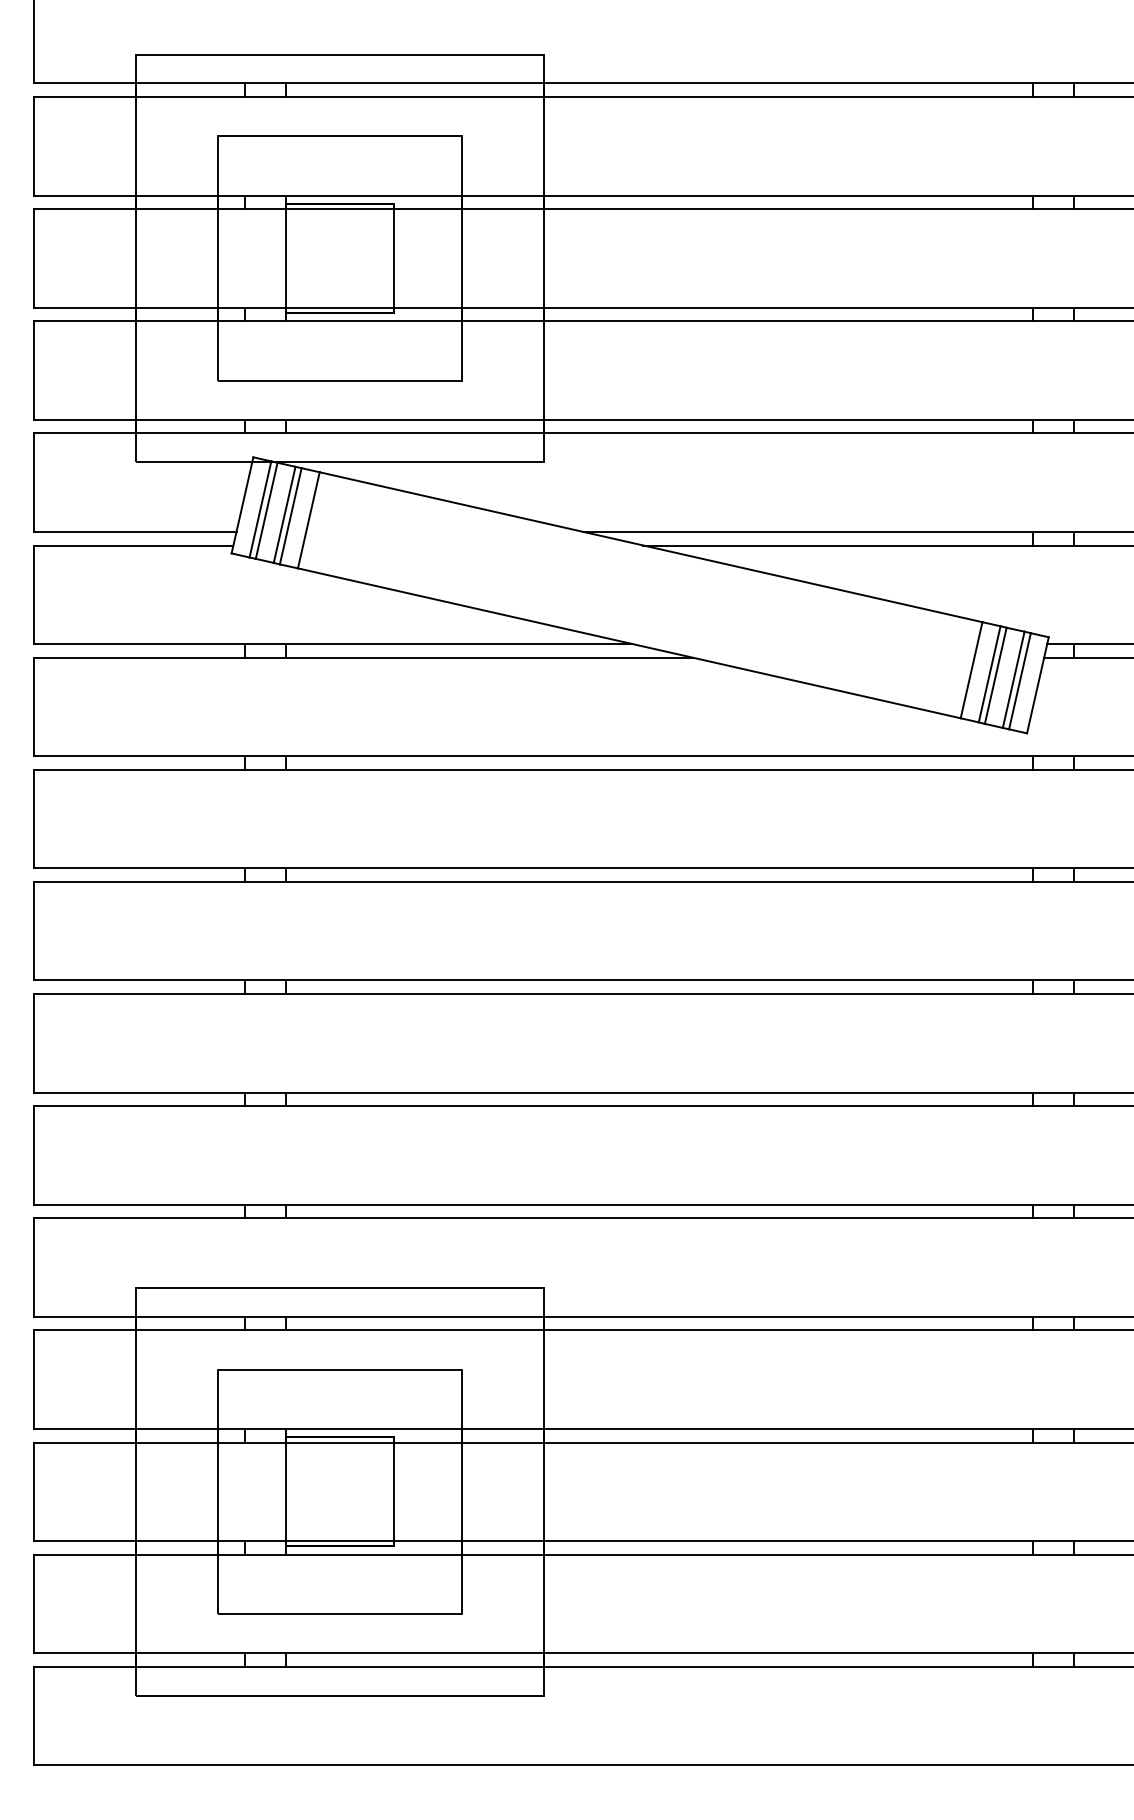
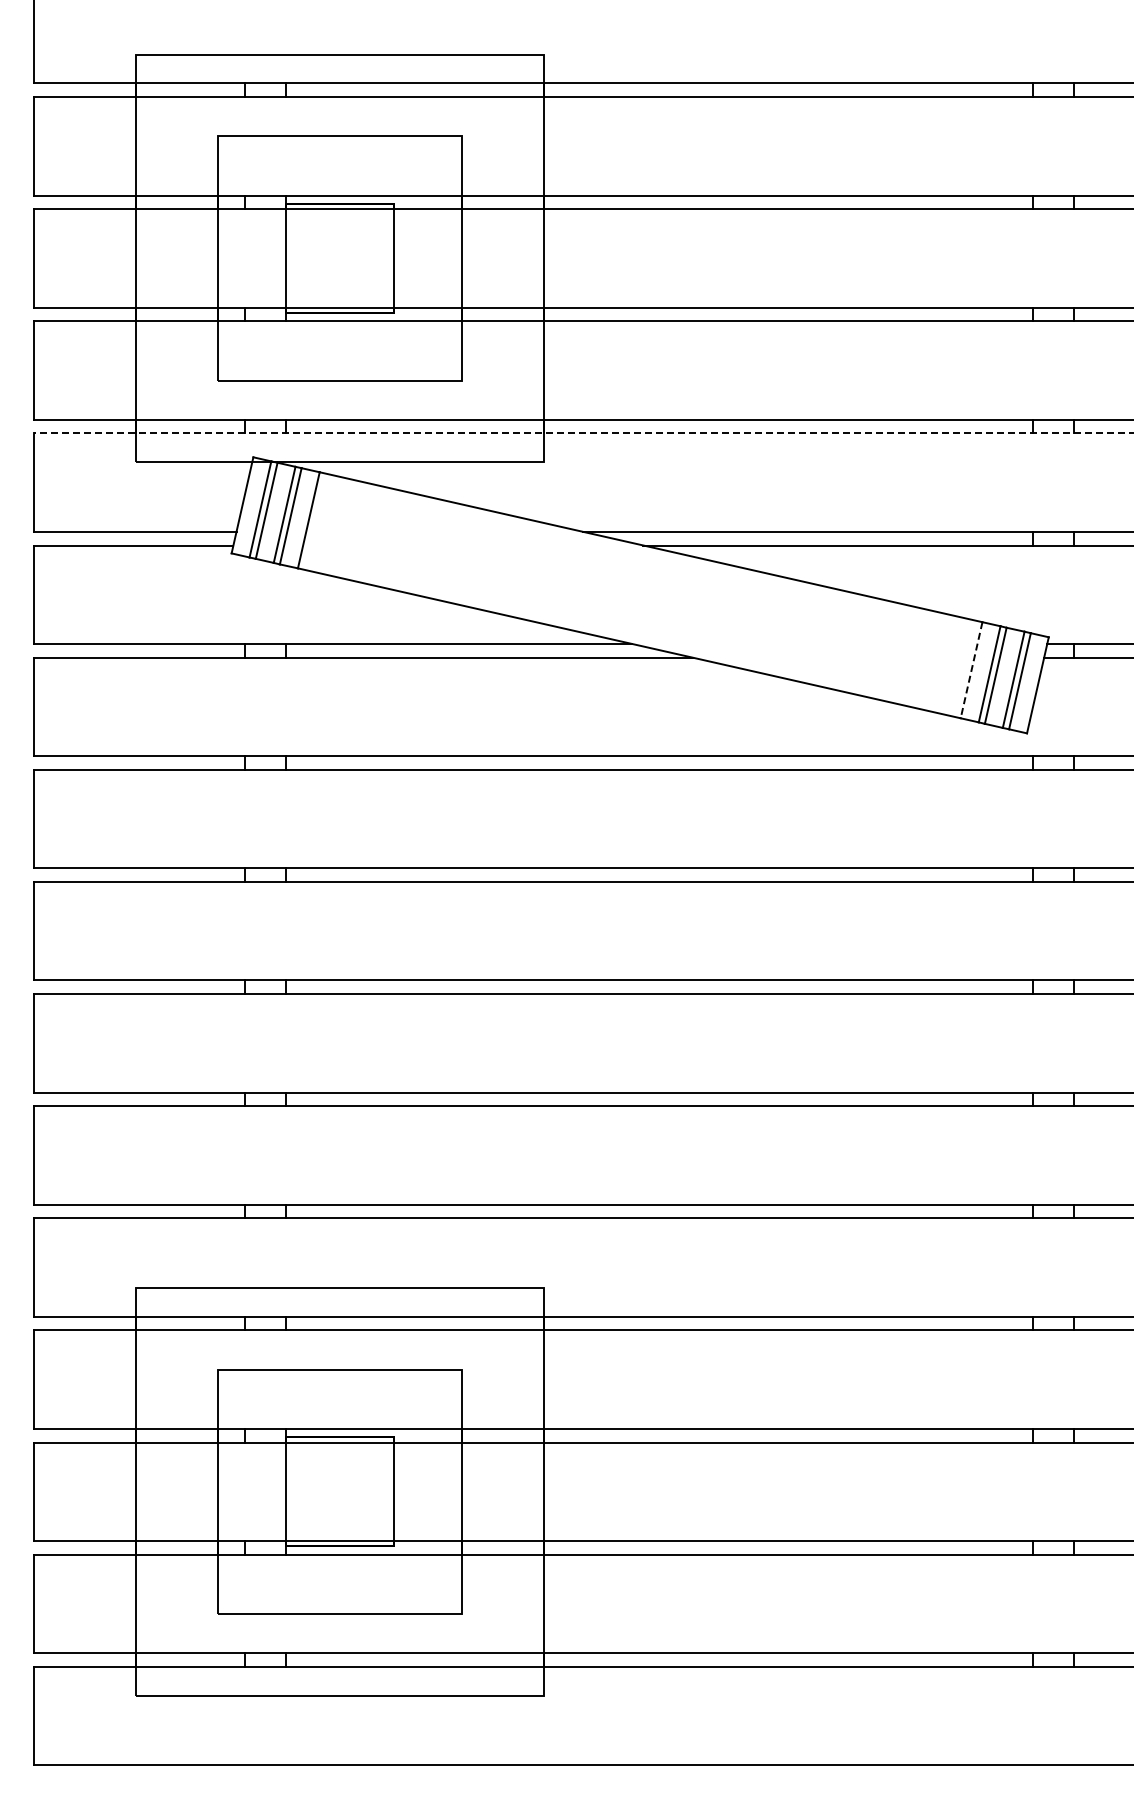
line at (584, 433): solid -> dashed
line at (971, 670): solid -> dashed
